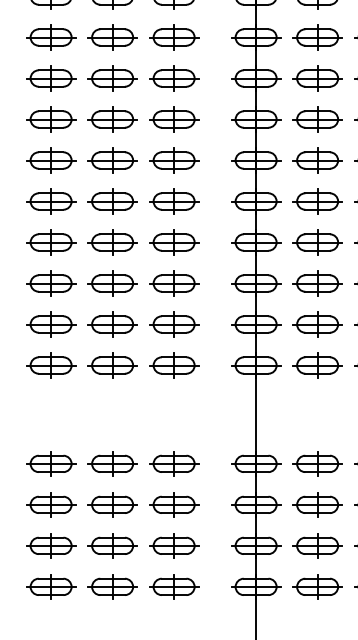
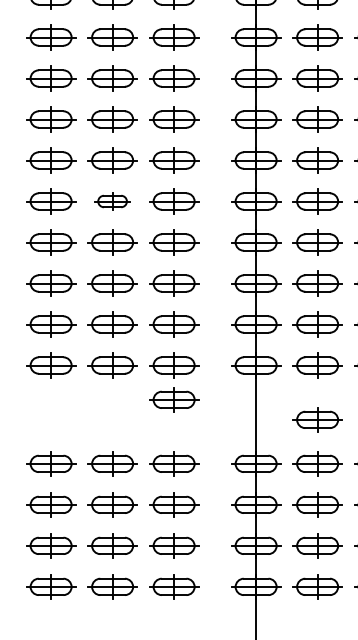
part at (112, 201) size: 51x27 px -> 37x19 px
part at (174, 399): none -> present
part at (317, 419): none -> present
